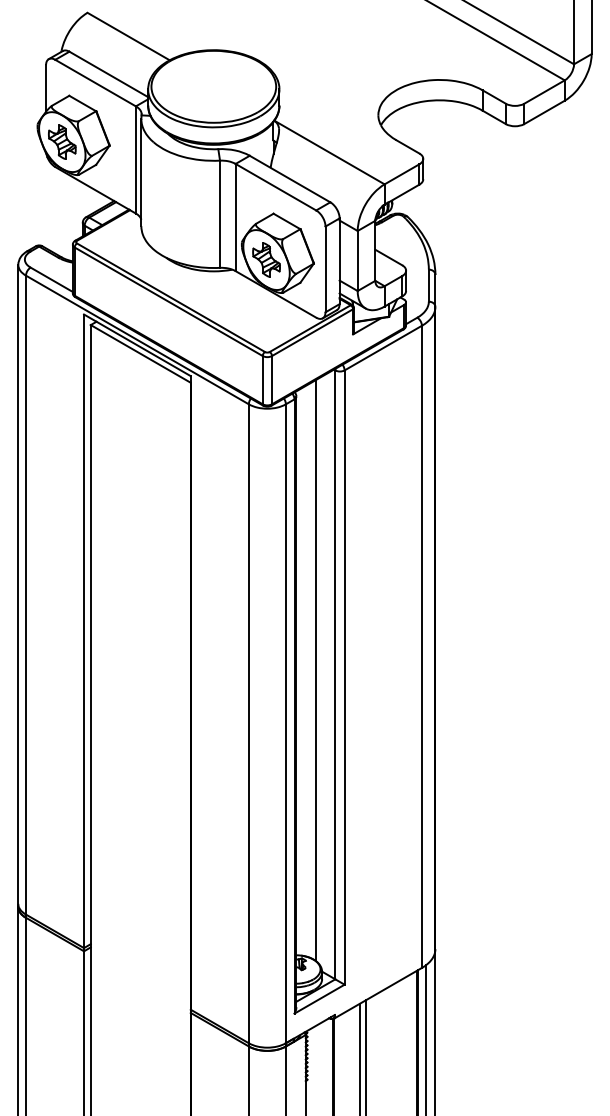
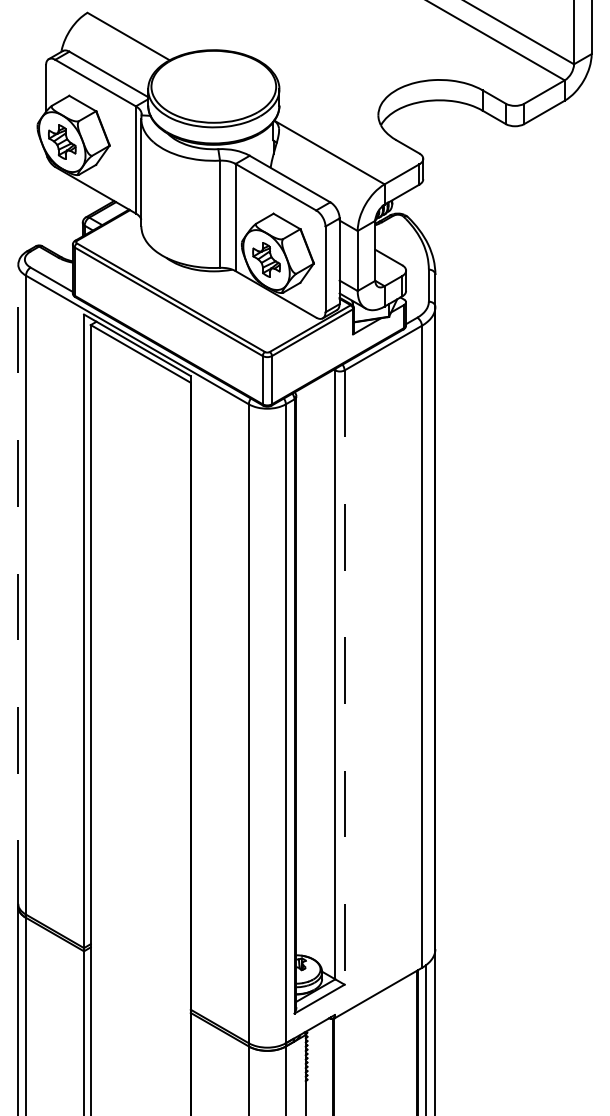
line at (18, 585): solid -> dashed
line at (316, 670): present -> none
line at (344, 678): solid -> dashed
line at (365, 1056): present -> none
line at (360, 1057): present -> none
